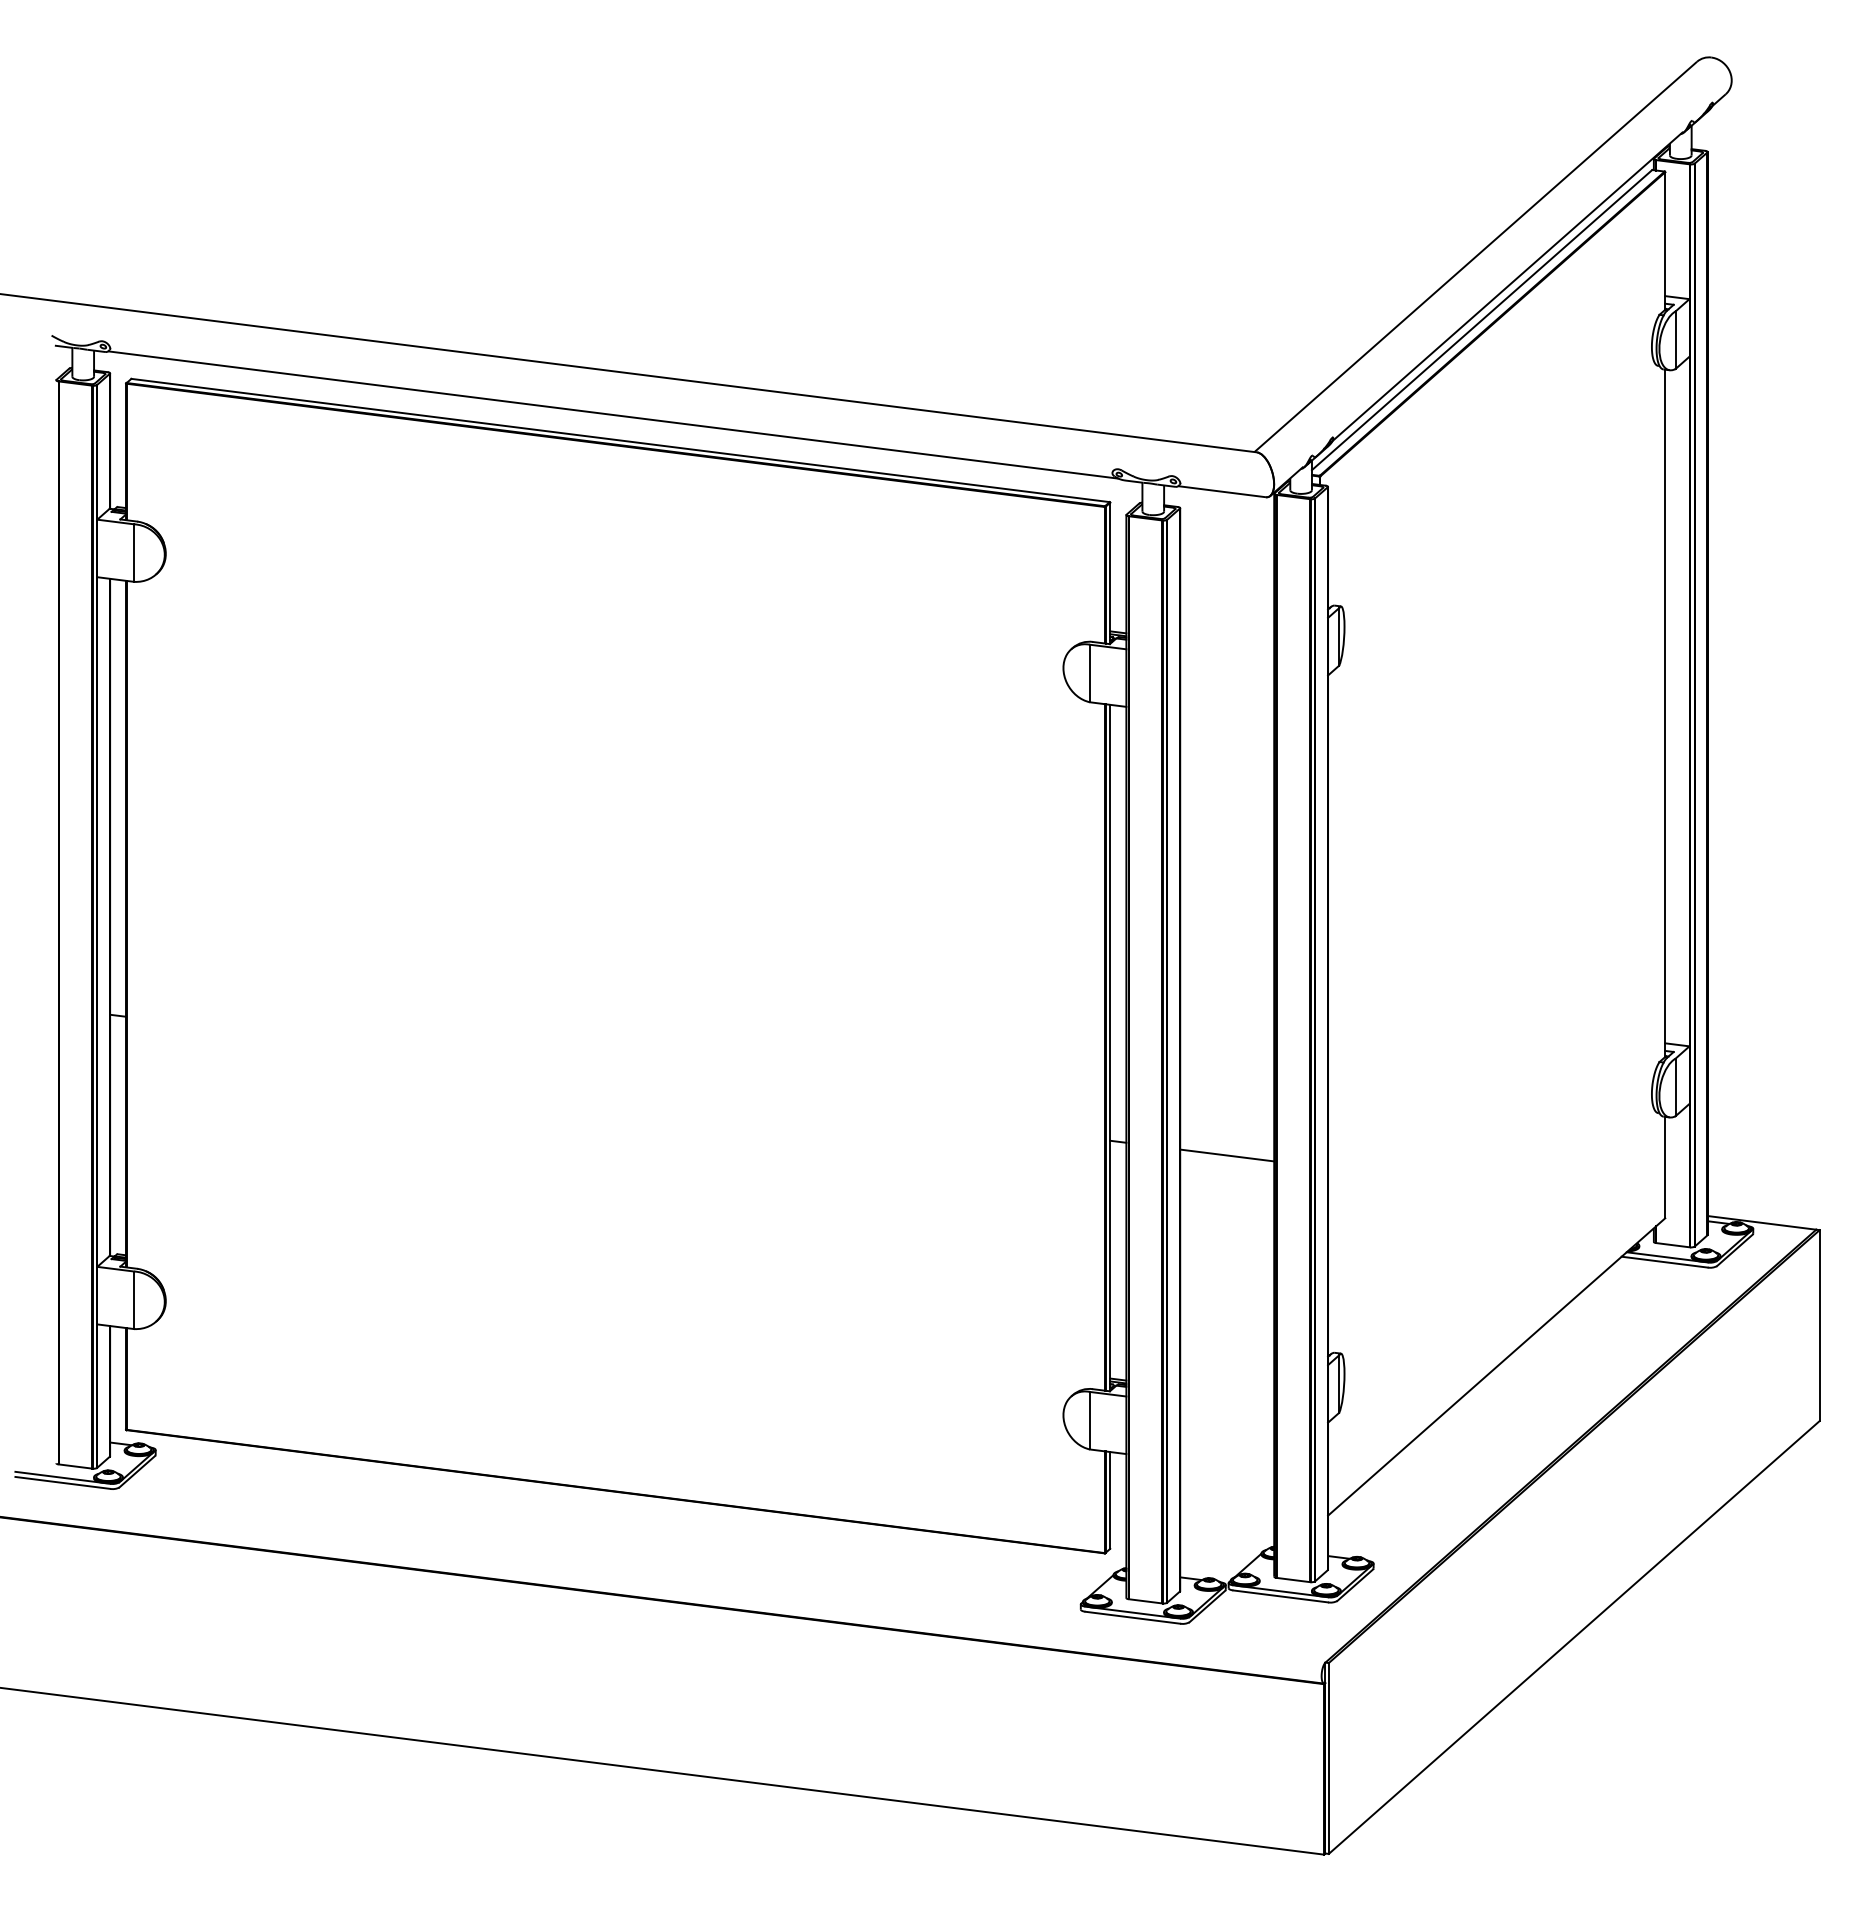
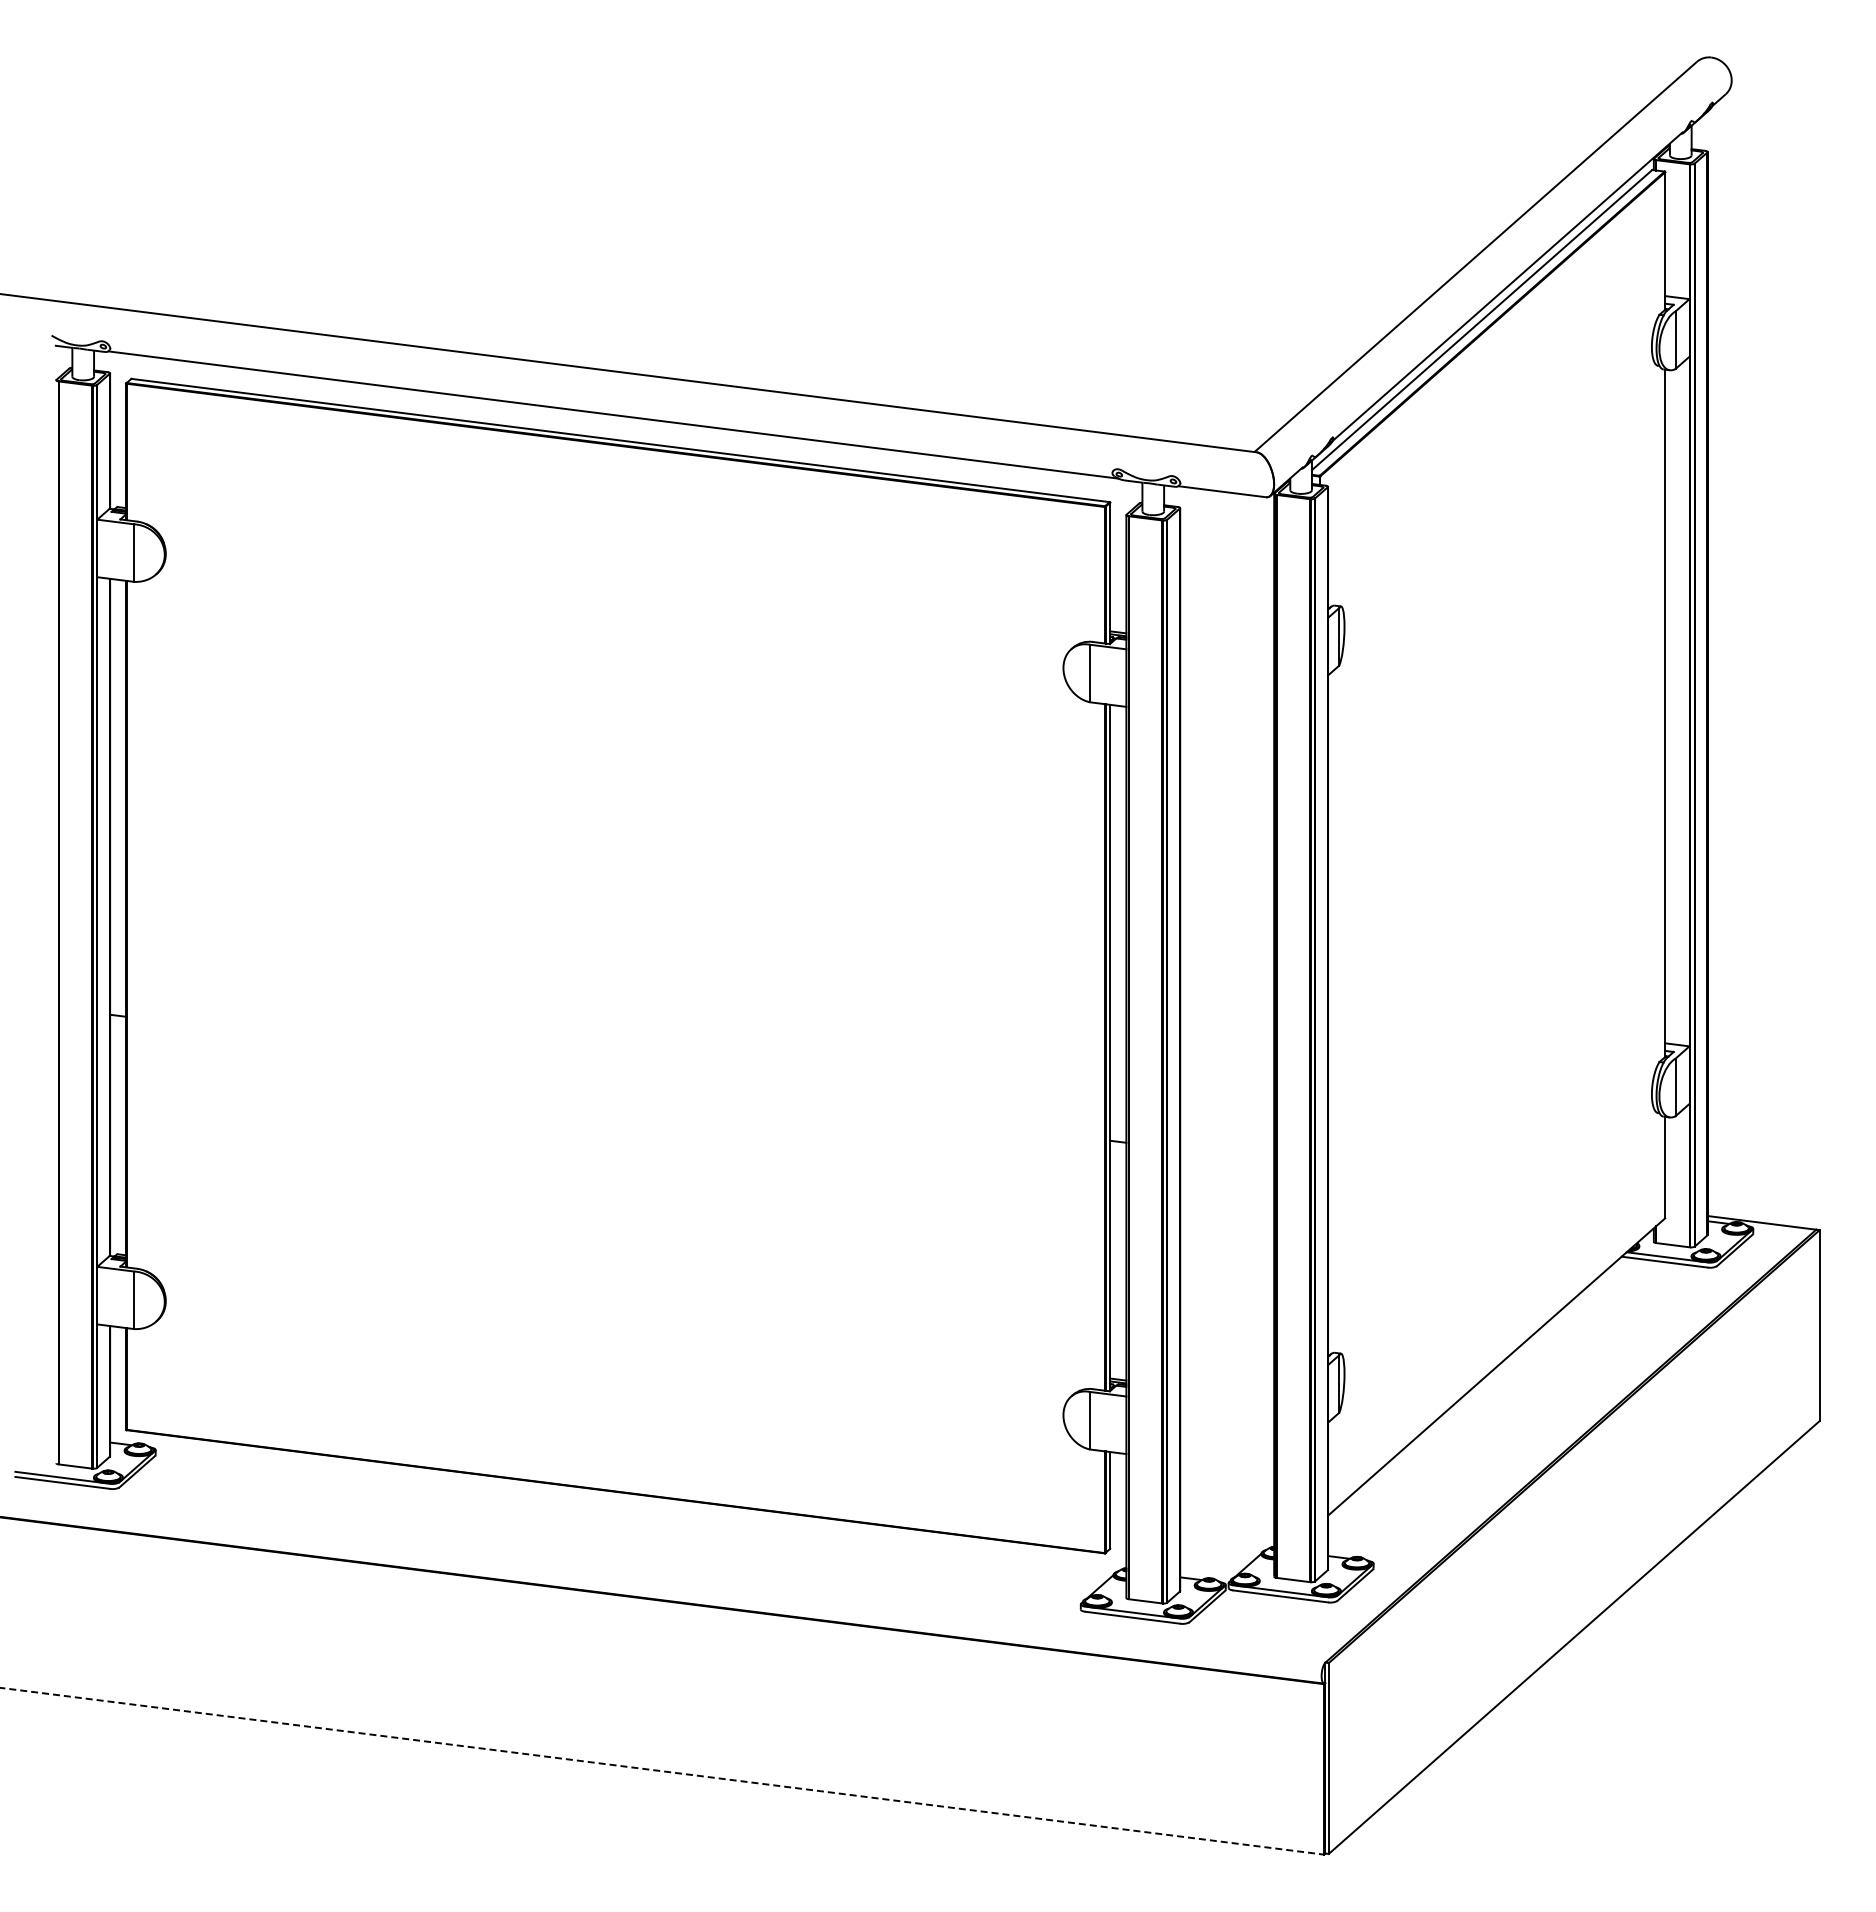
line at (1227, 1155): present -> none
line at (662, 1771): solid -> dashed
